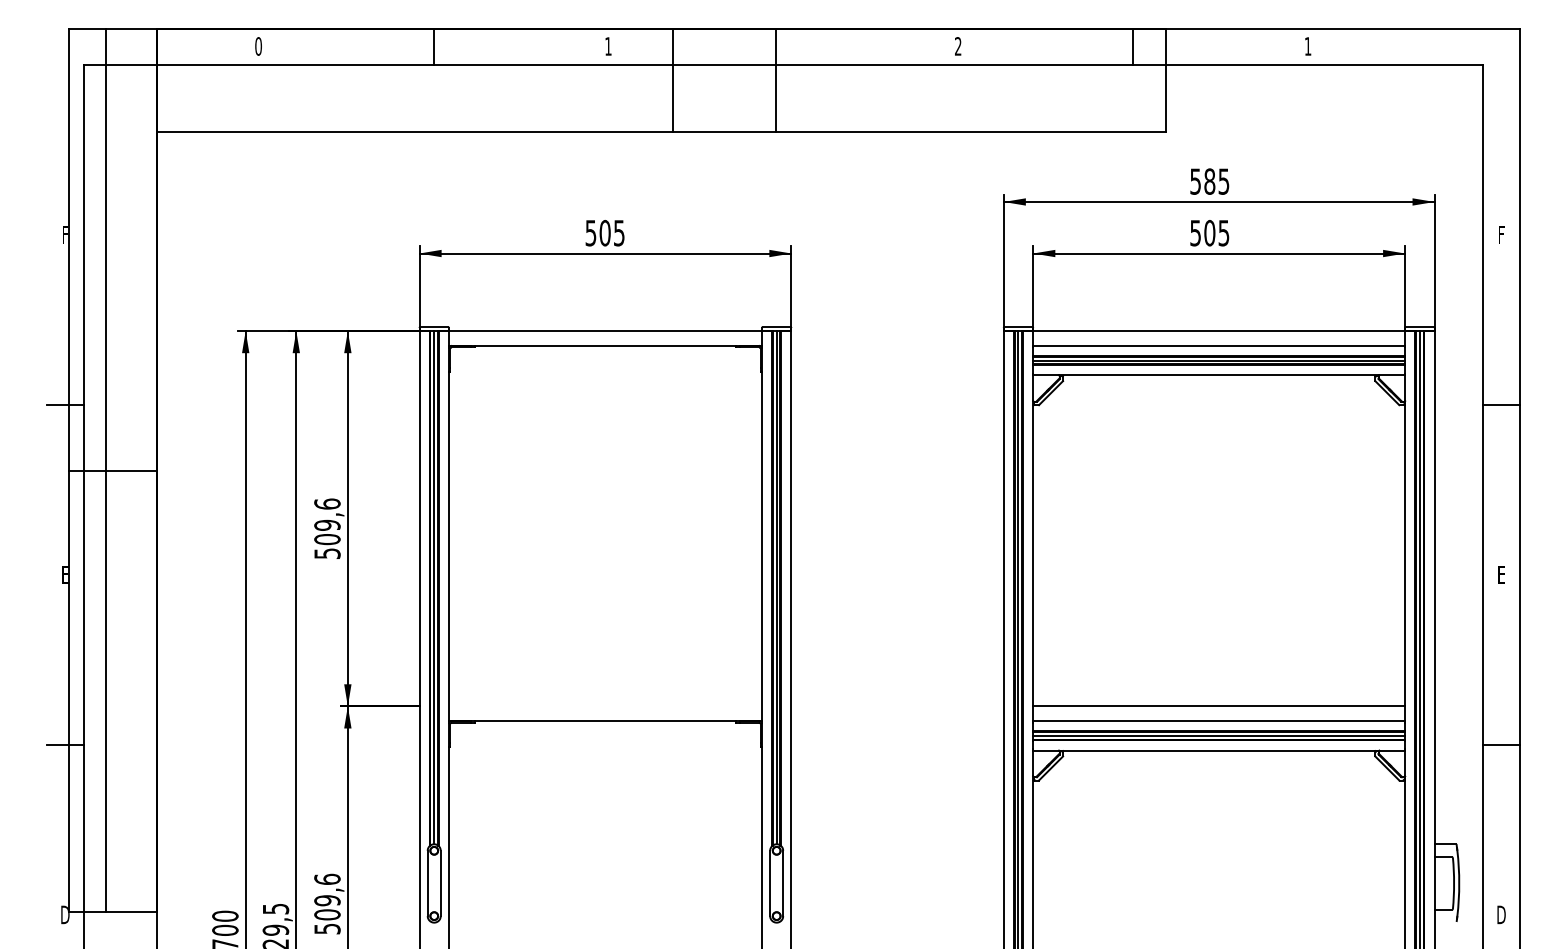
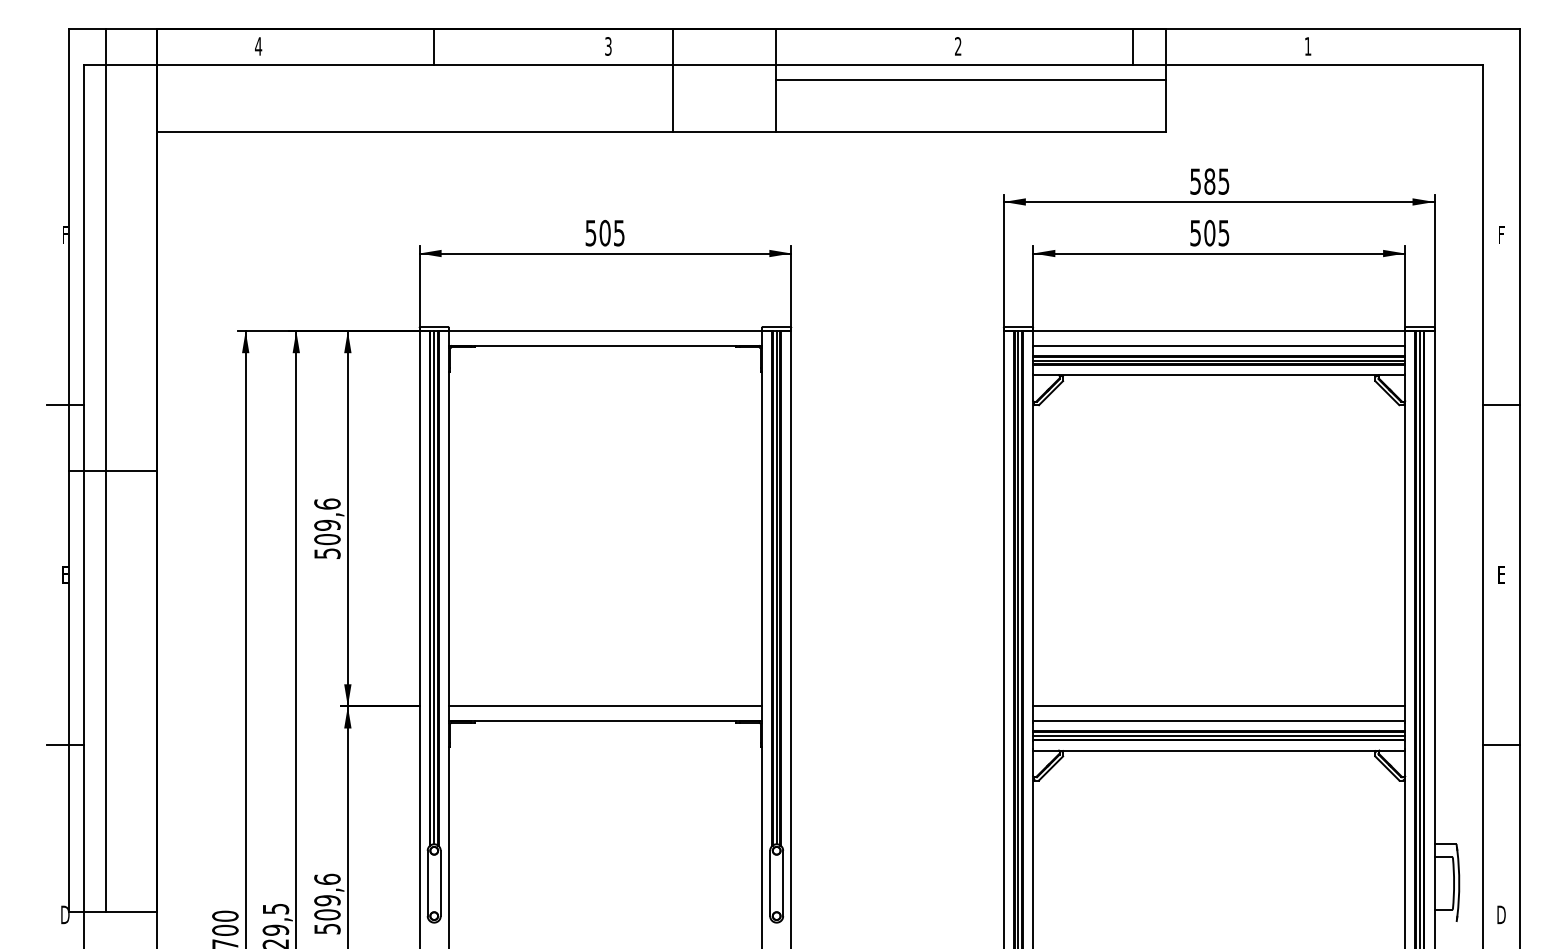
text at (258, 46): 0 -> 4
text at (608, 46): 1 -> 3
line at (971, 80): none -> present
line at (604, 706): none -> present
